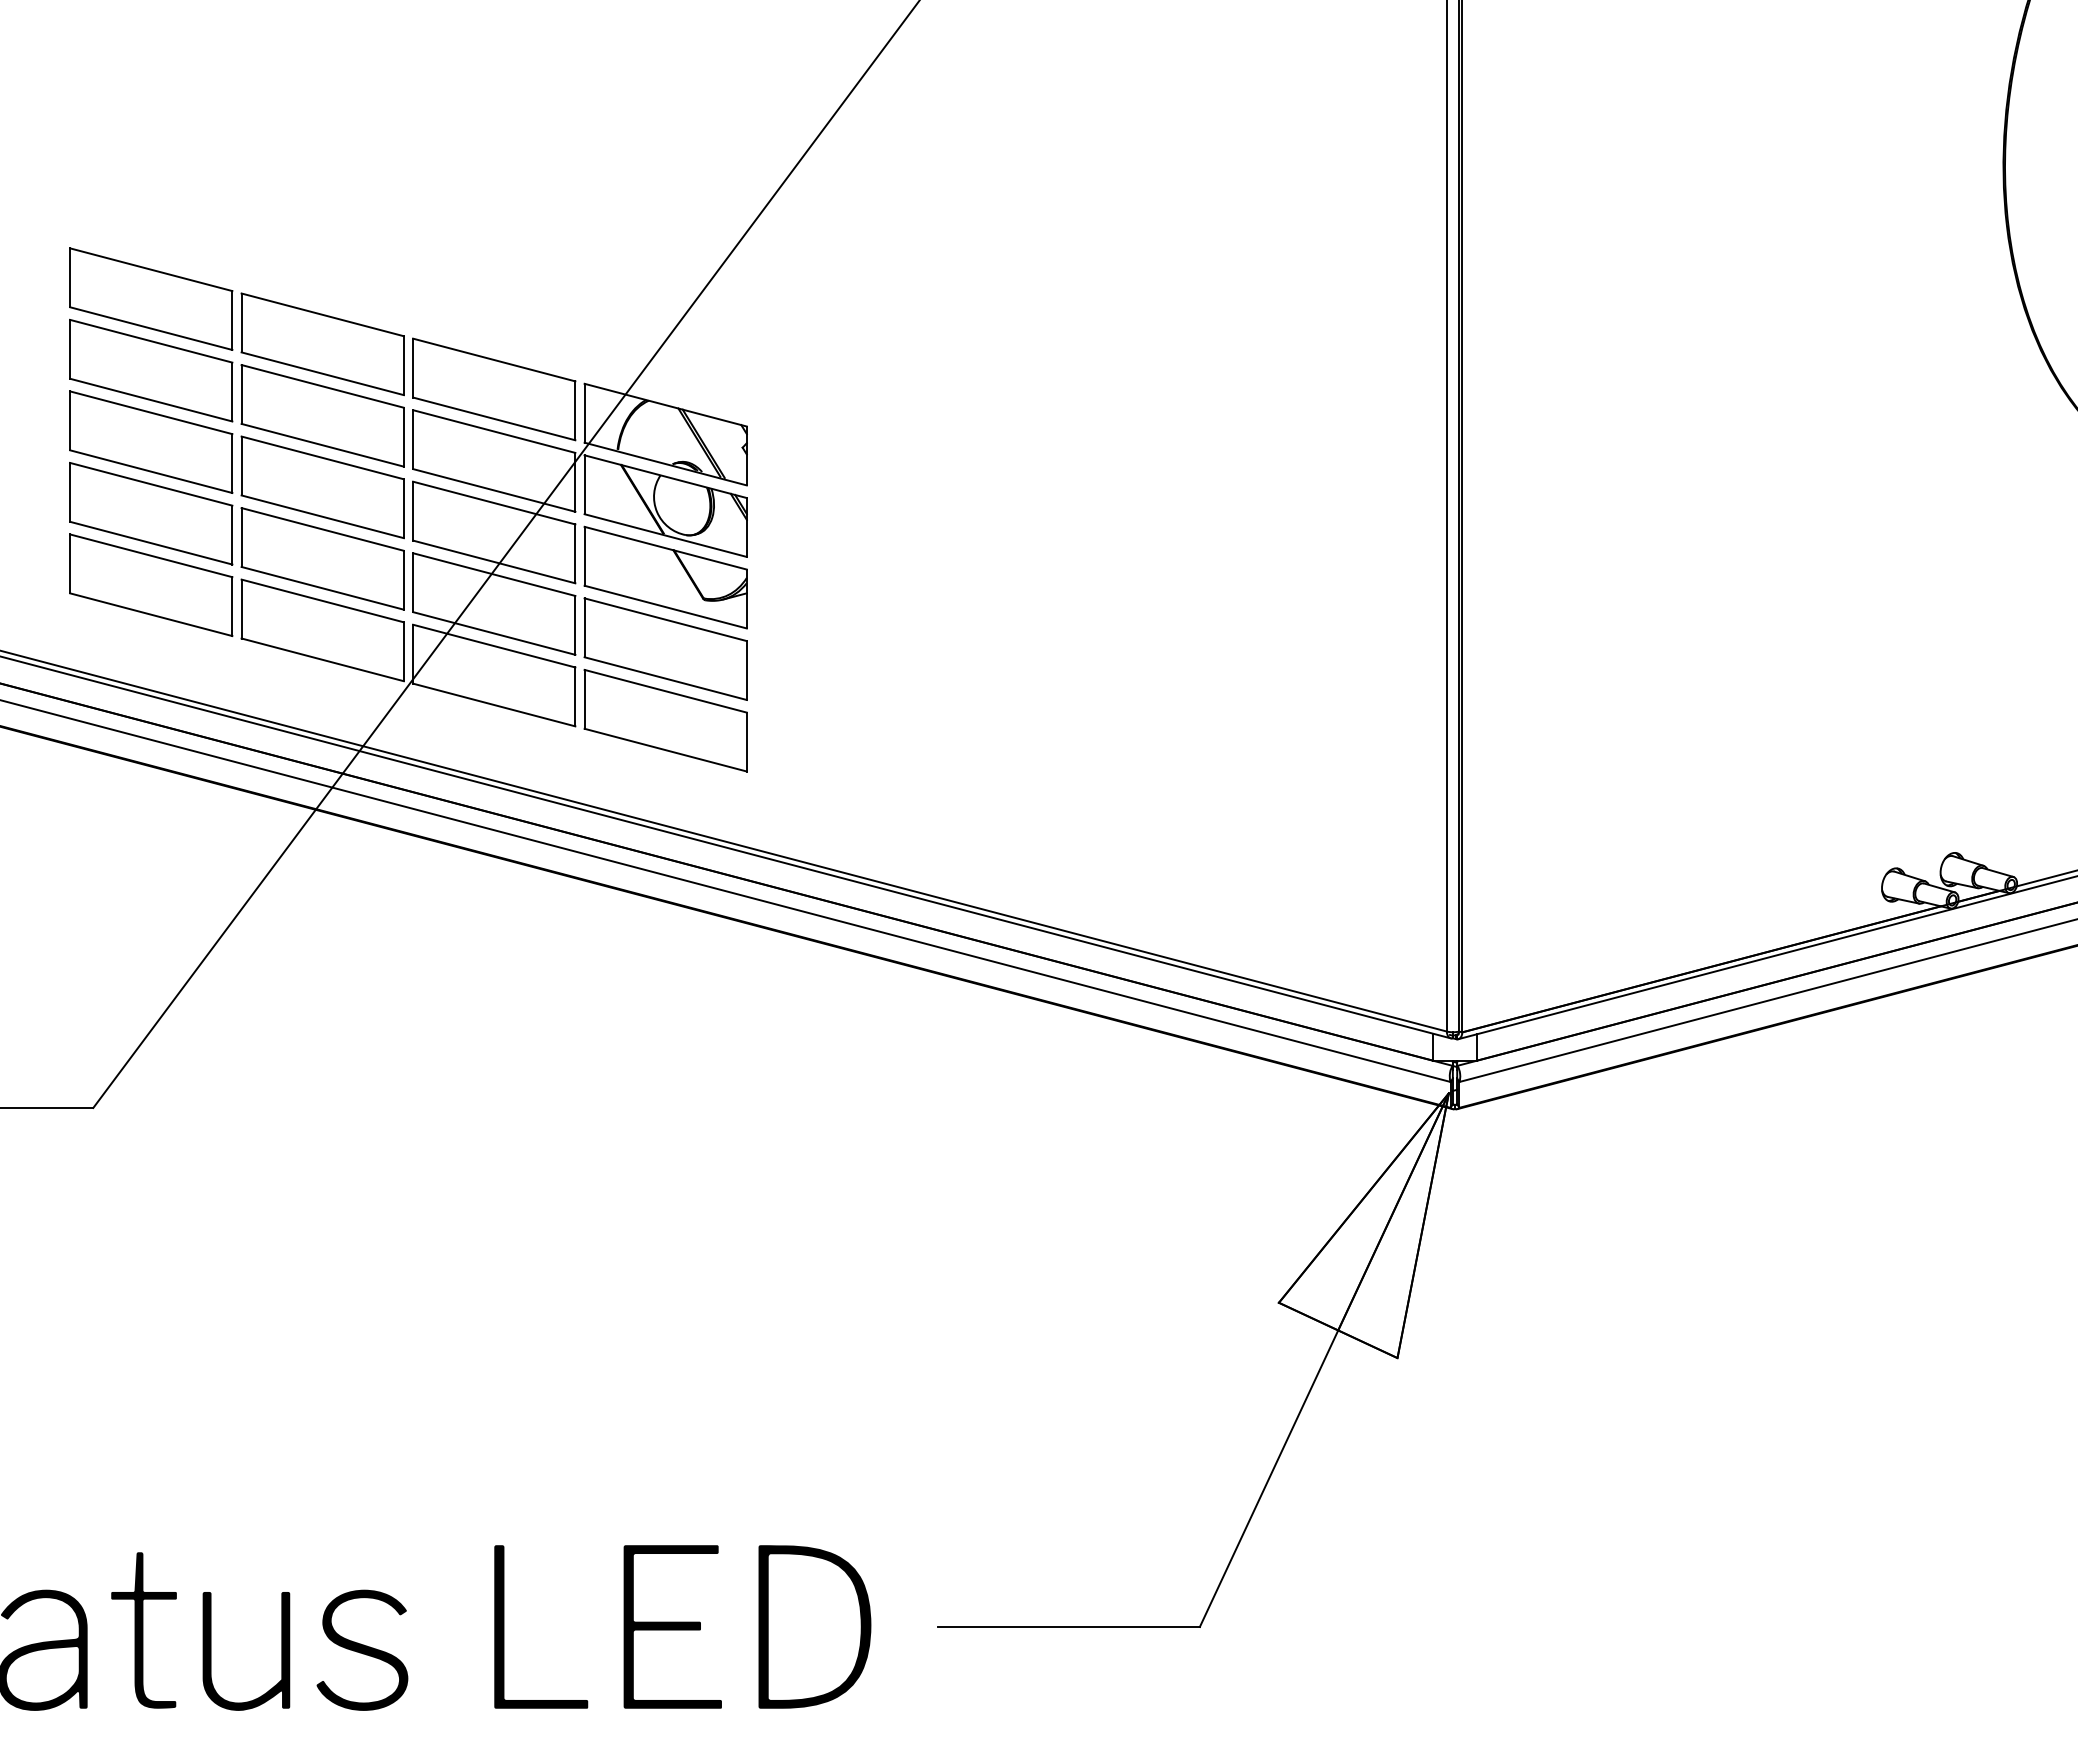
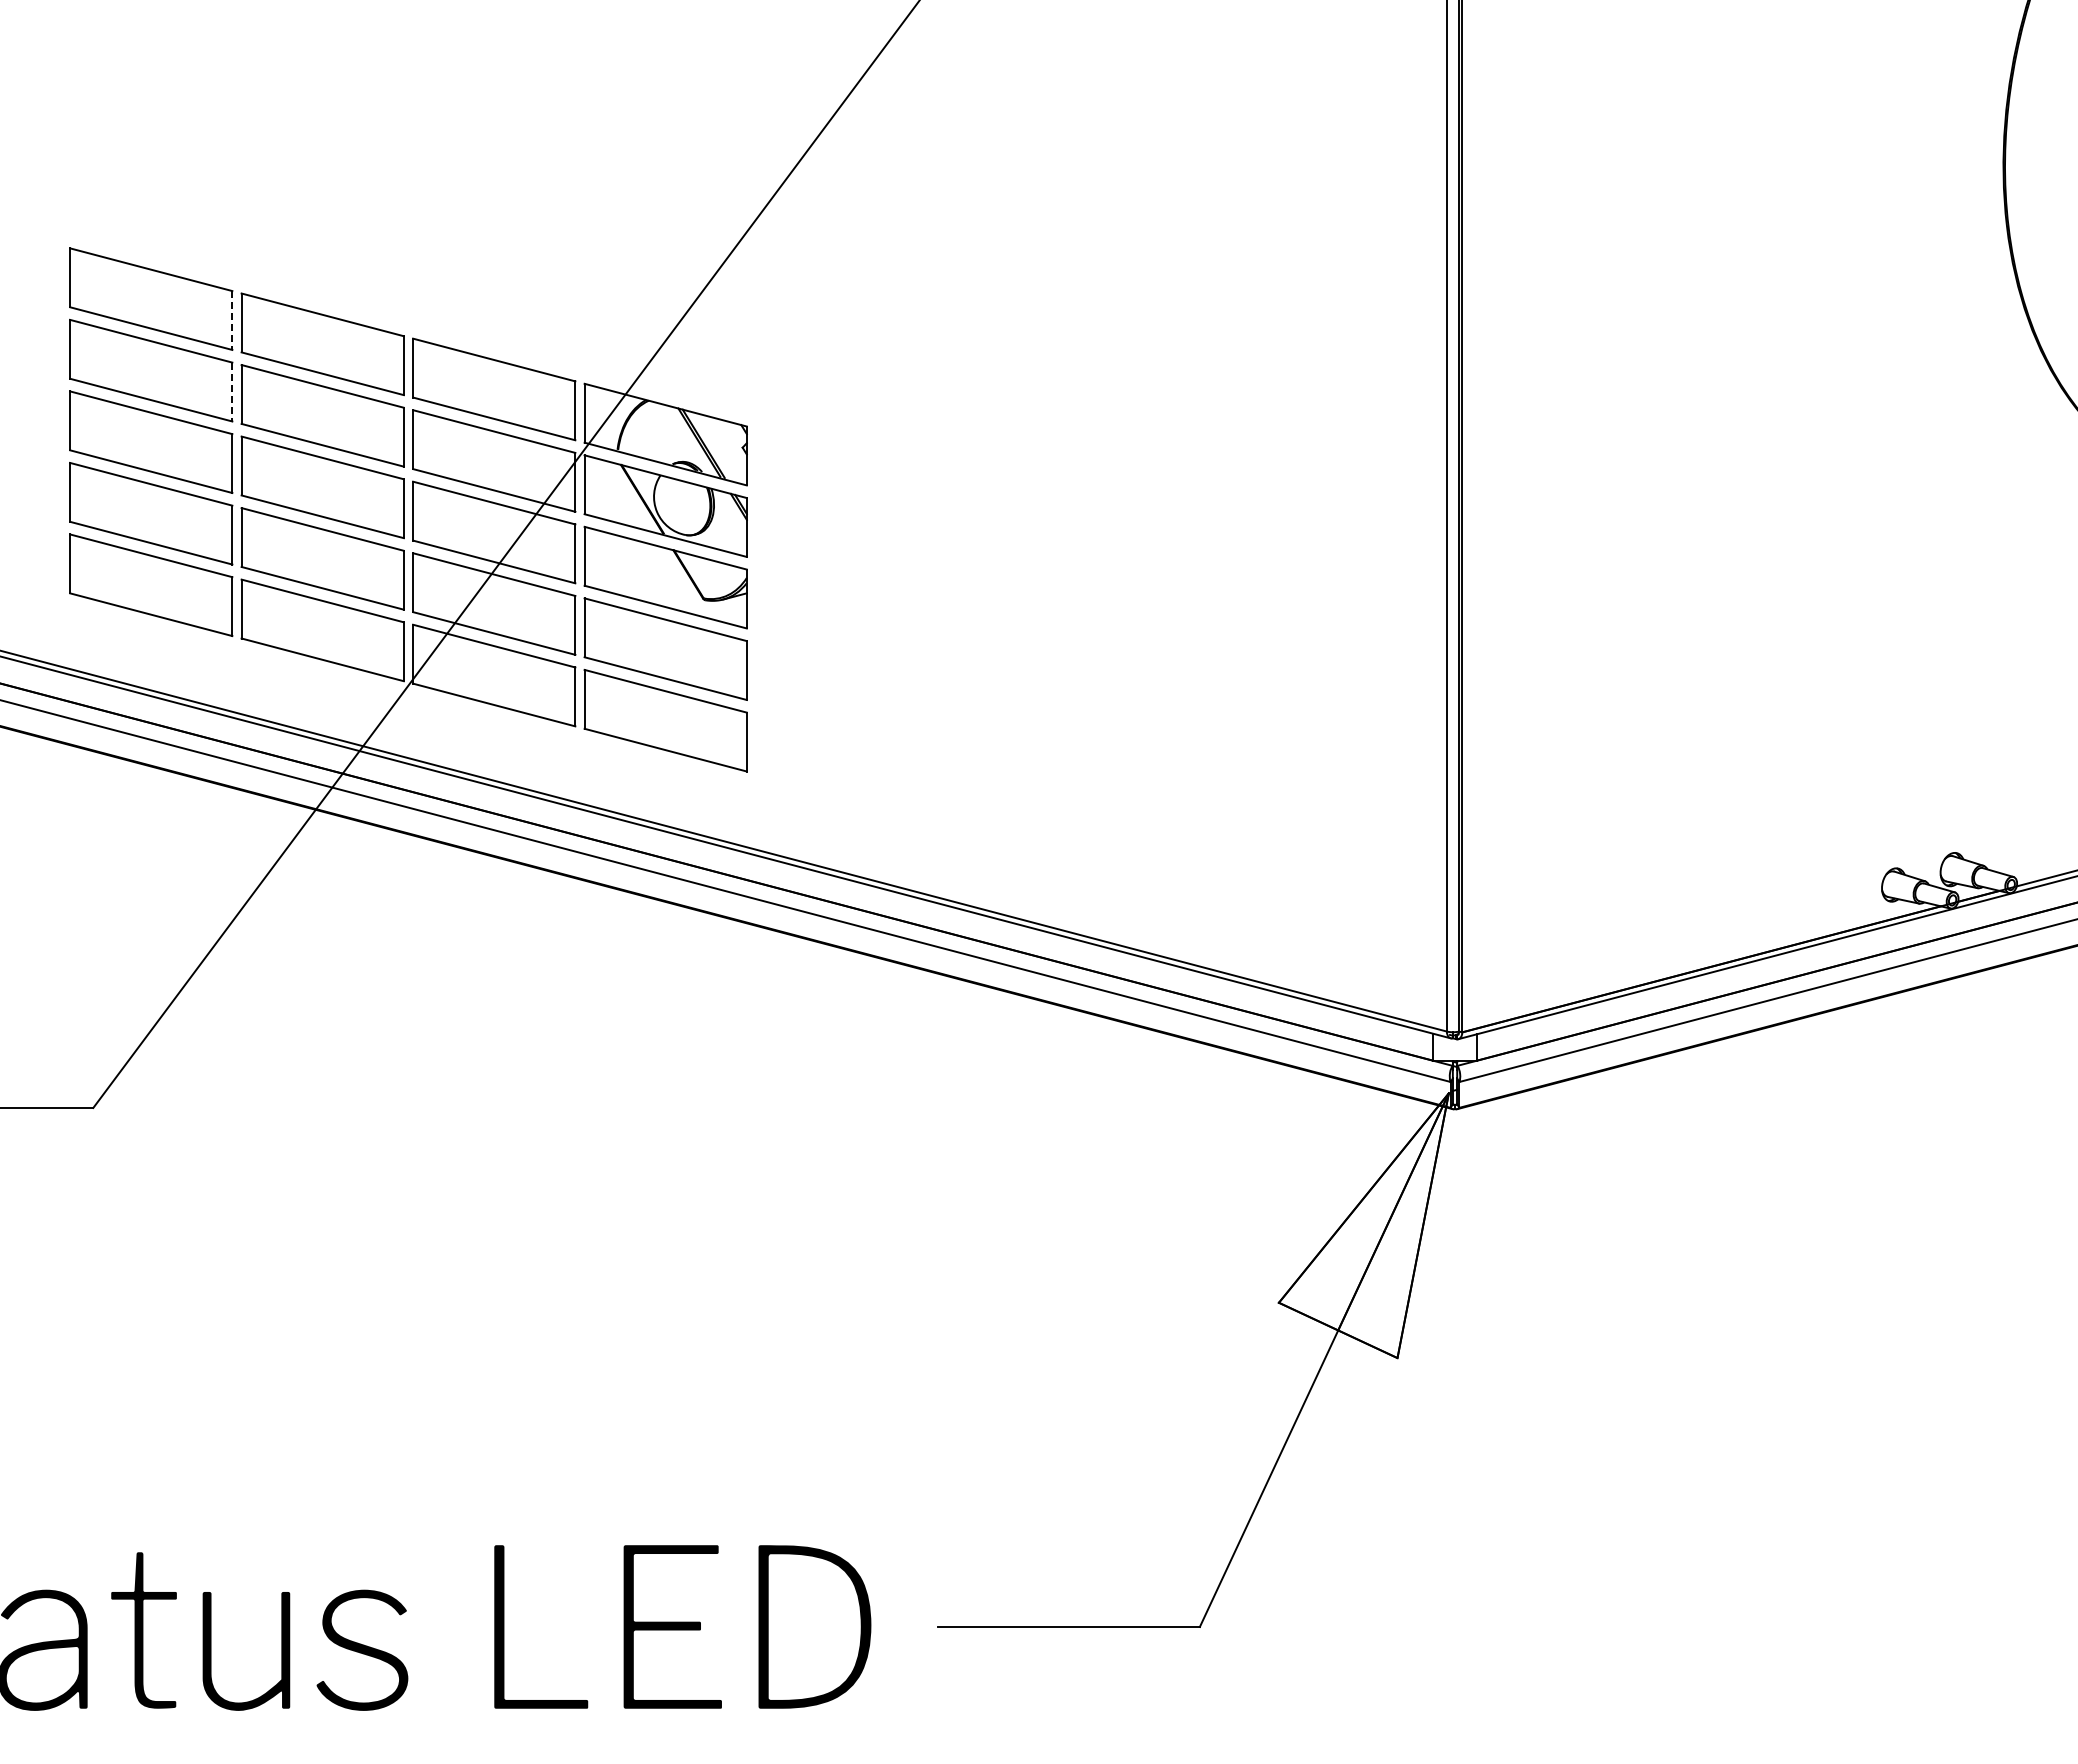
line at (232, 321): solid -> dashed
line at (232, 392): solid -> dashed
